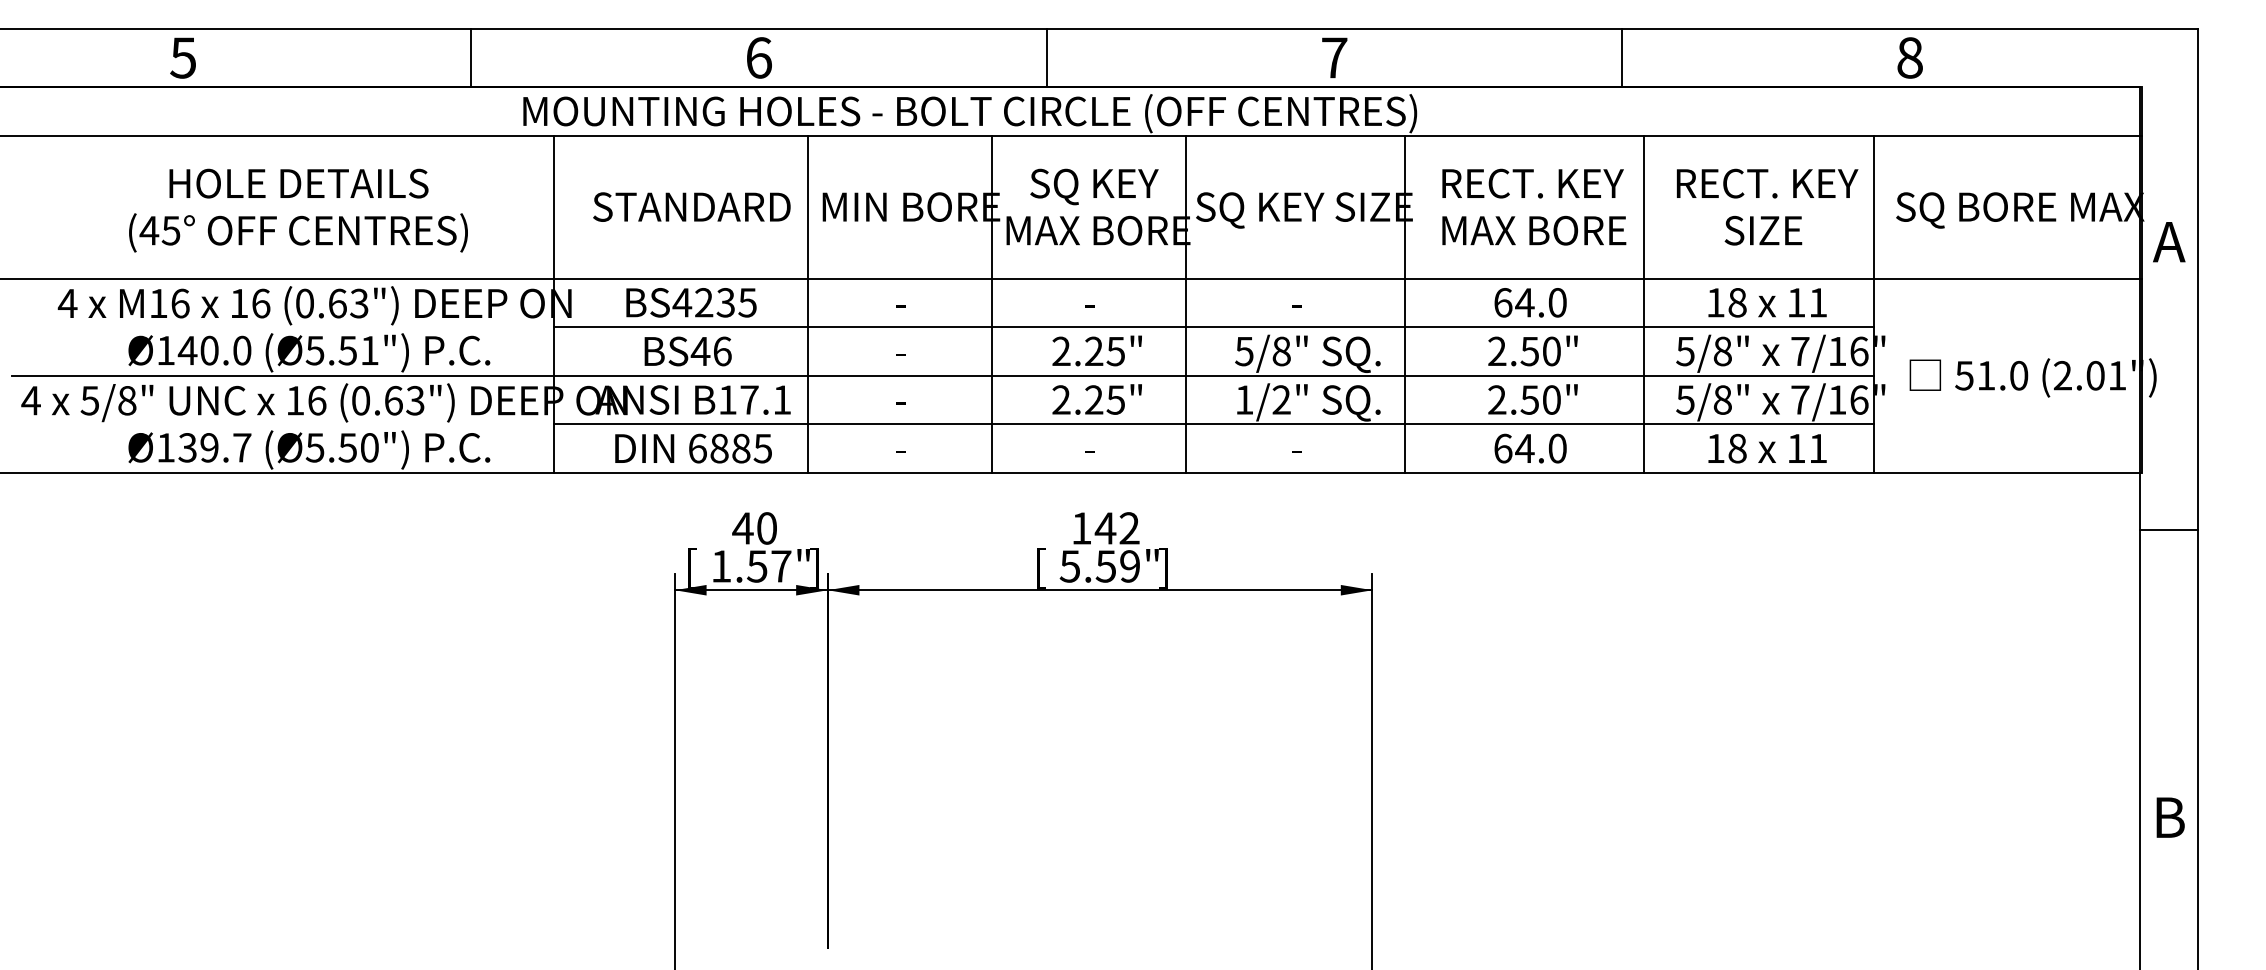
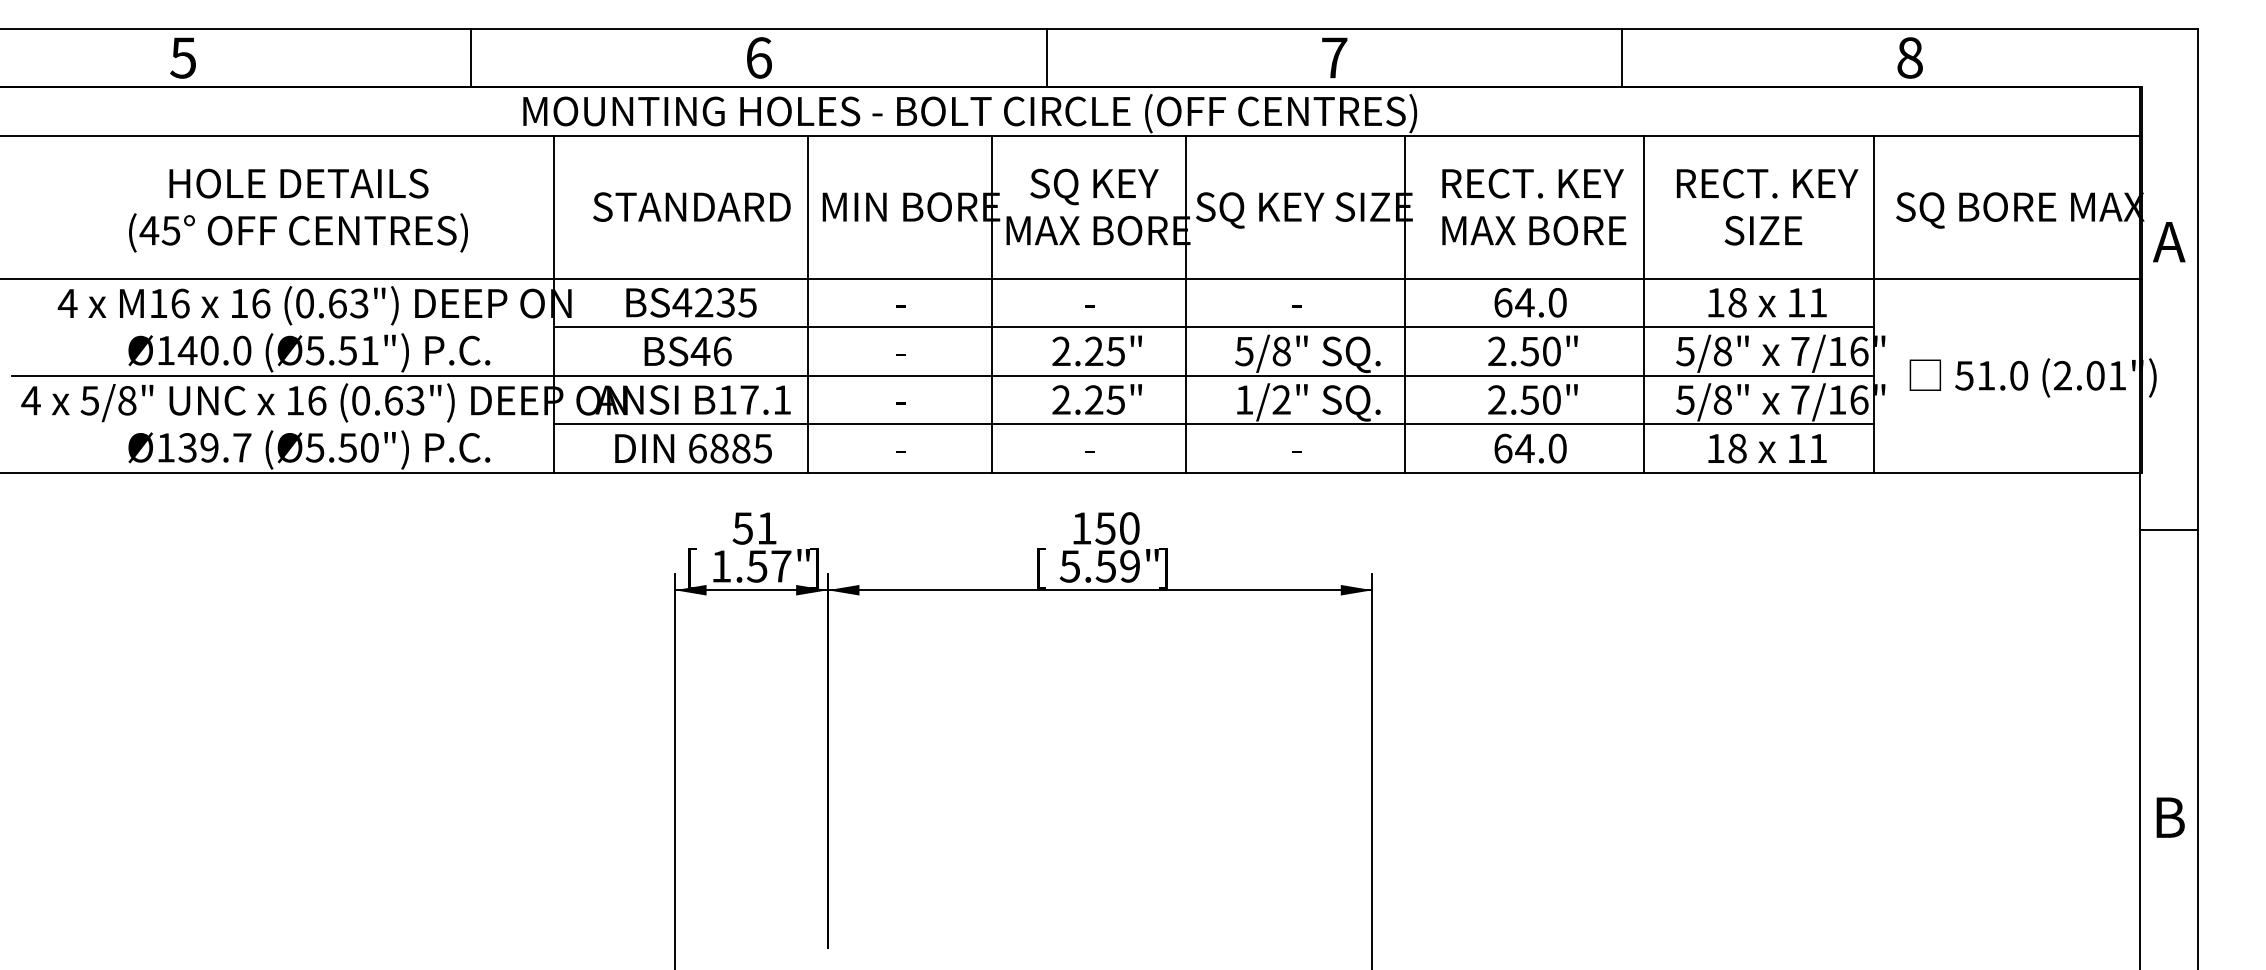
text at (754, 528): 40 -> 51
text at (1116, 528): 142 -> 150
